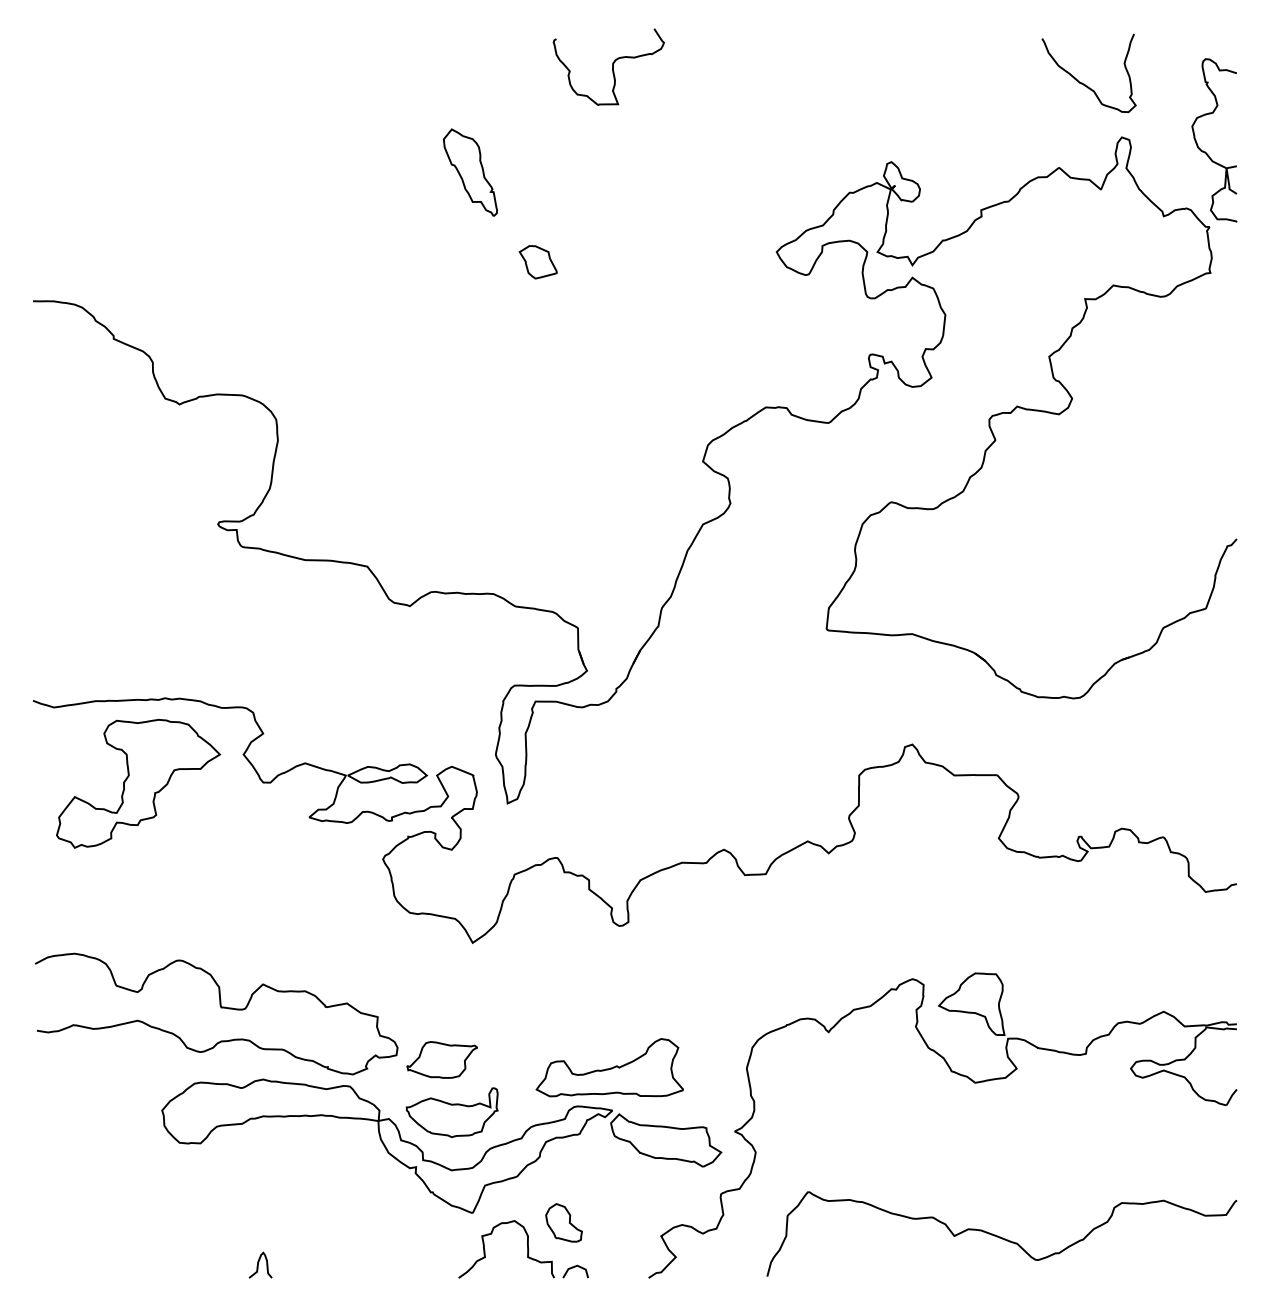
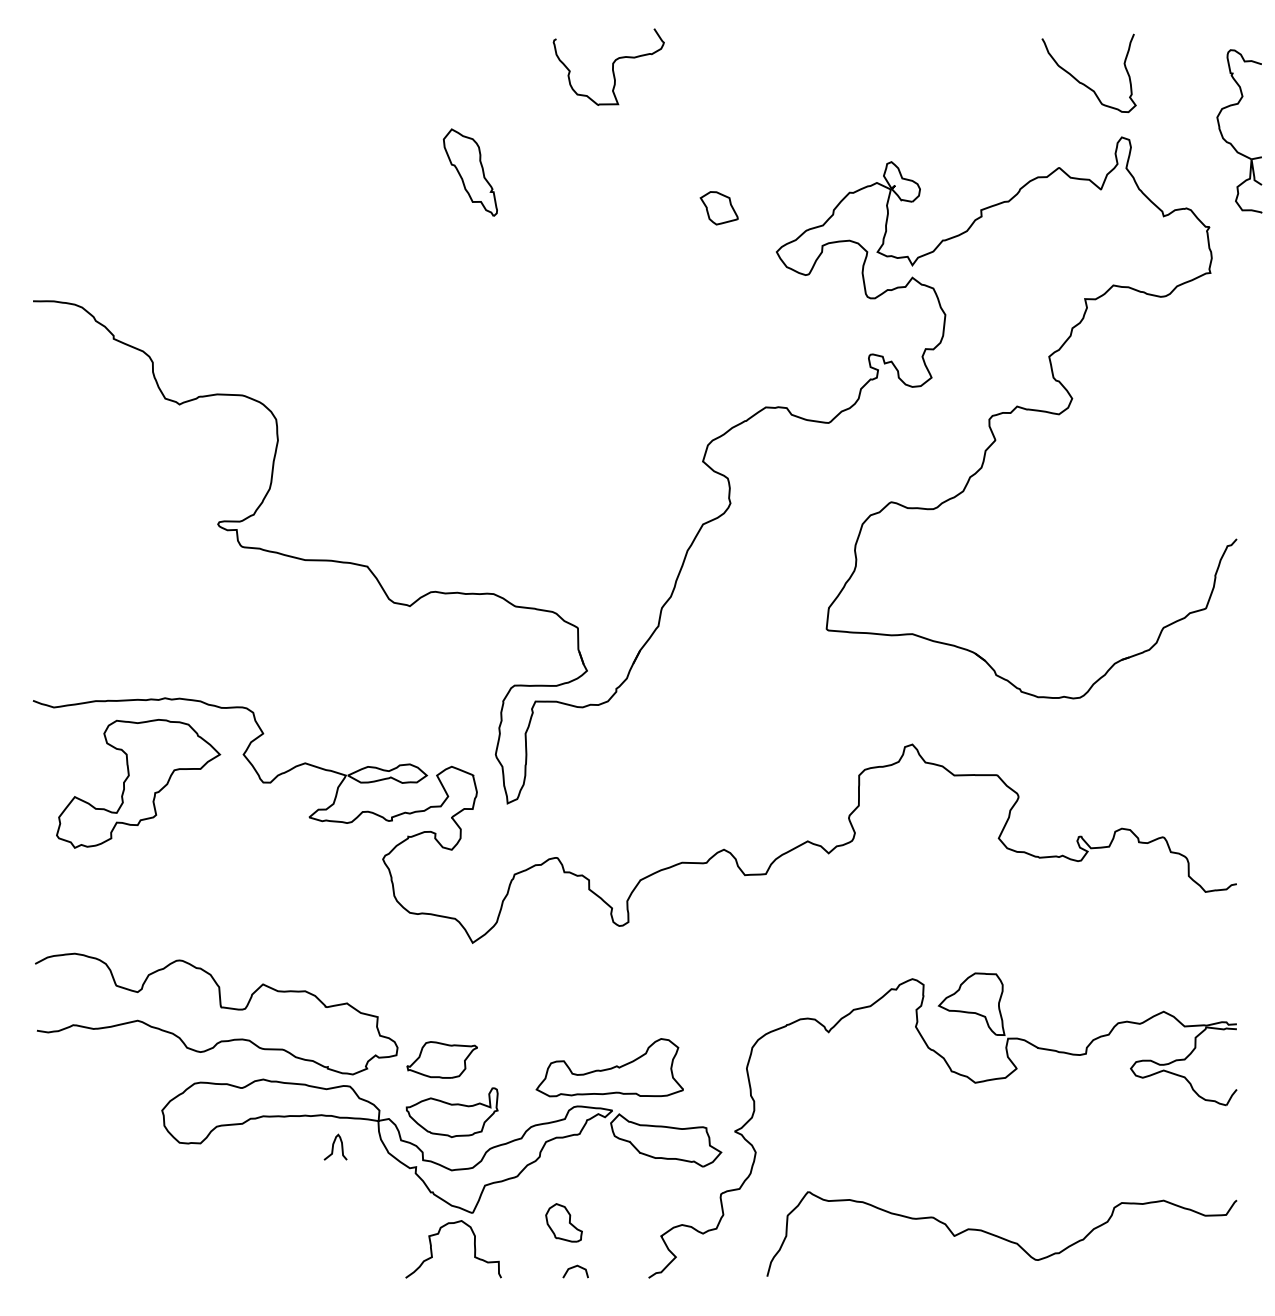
part at (1205, 151) position: (1205, 151) -> (1230, 142)
part at (537, 262) position: (537, 262) -> (718, 208)
curve at (527, 1249) position: (527, 1249) -> (474, 1249)
curve at (258, 1264) position: (258, 1264) -> (333, 1146)
